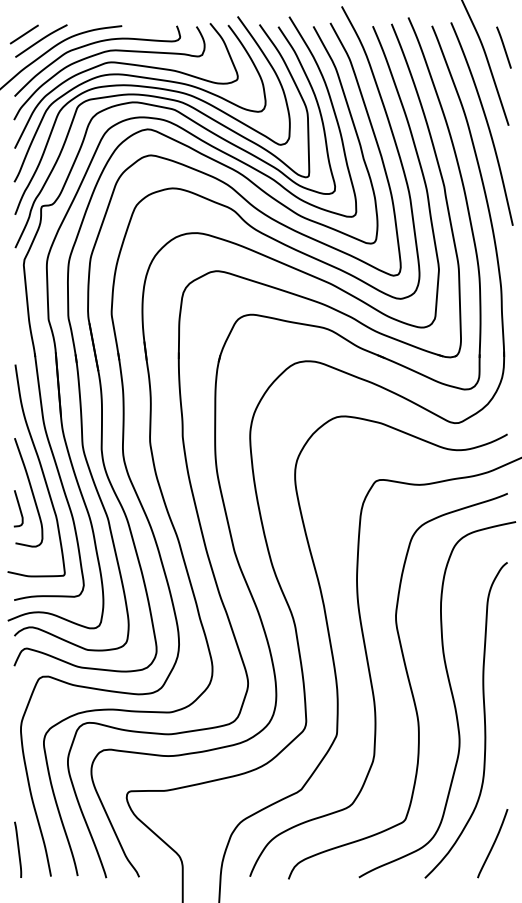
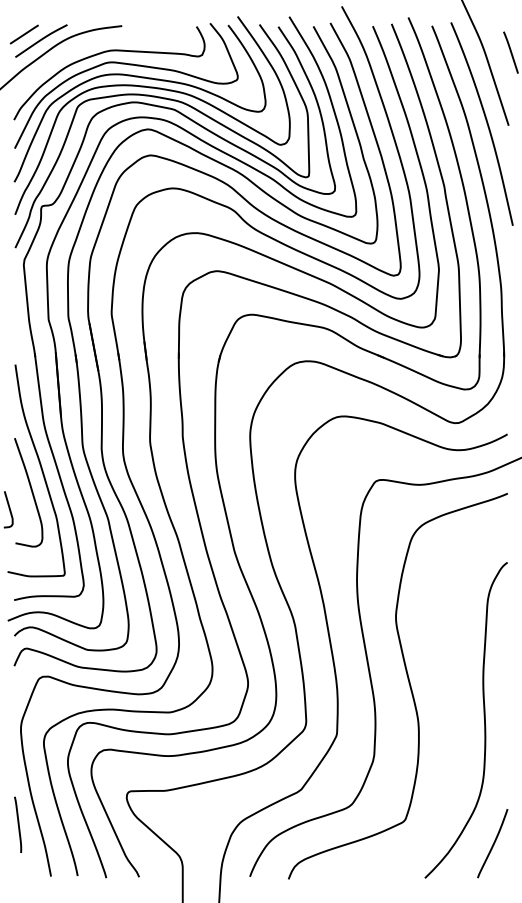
curve at (93, 44): present -> none
line at (503, 47) position: (503, 47) -> (510, 52)
curve at (18, 507) position: (18, 507) -> (8, 508)
curve at (451, 696): present -> none
line at (18, 849) position: (18, 849) -> (18, 824)
